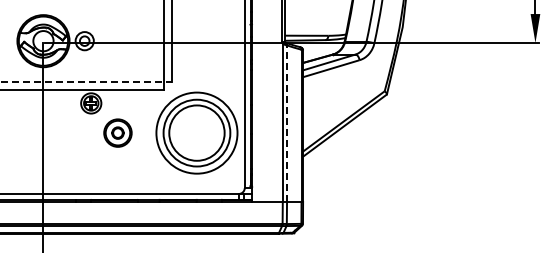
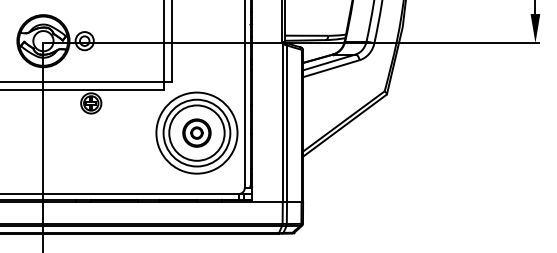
line at (86, 81): dashed -> solid
line at (287, 123): dashed -> solid
part at (117, 132) position: (117, 132) -> (196, 132)
